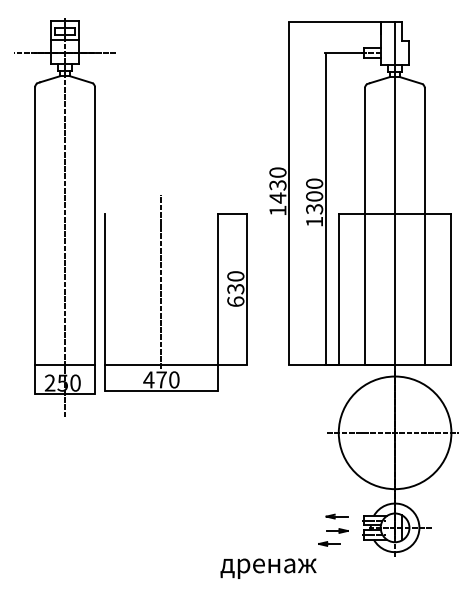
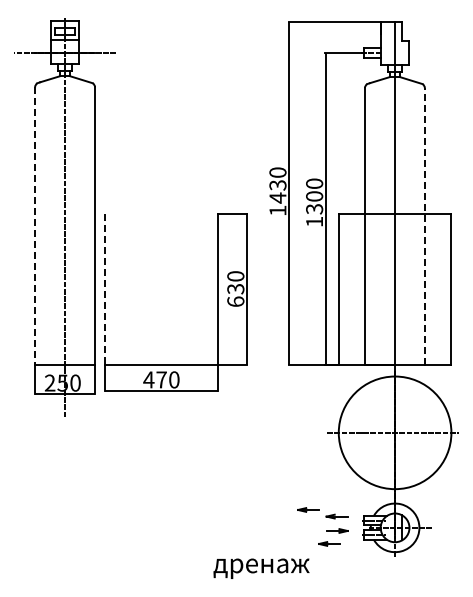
line at (35, 225): solid -> dashed
line at (424, 225): solid -> dashed
line at (160, 282): present -> none
line at (105, 289): solid -> dashed
part at (308, 509): none -> present
text at (268, 568) position: (268, 568) -> (261, 568)
